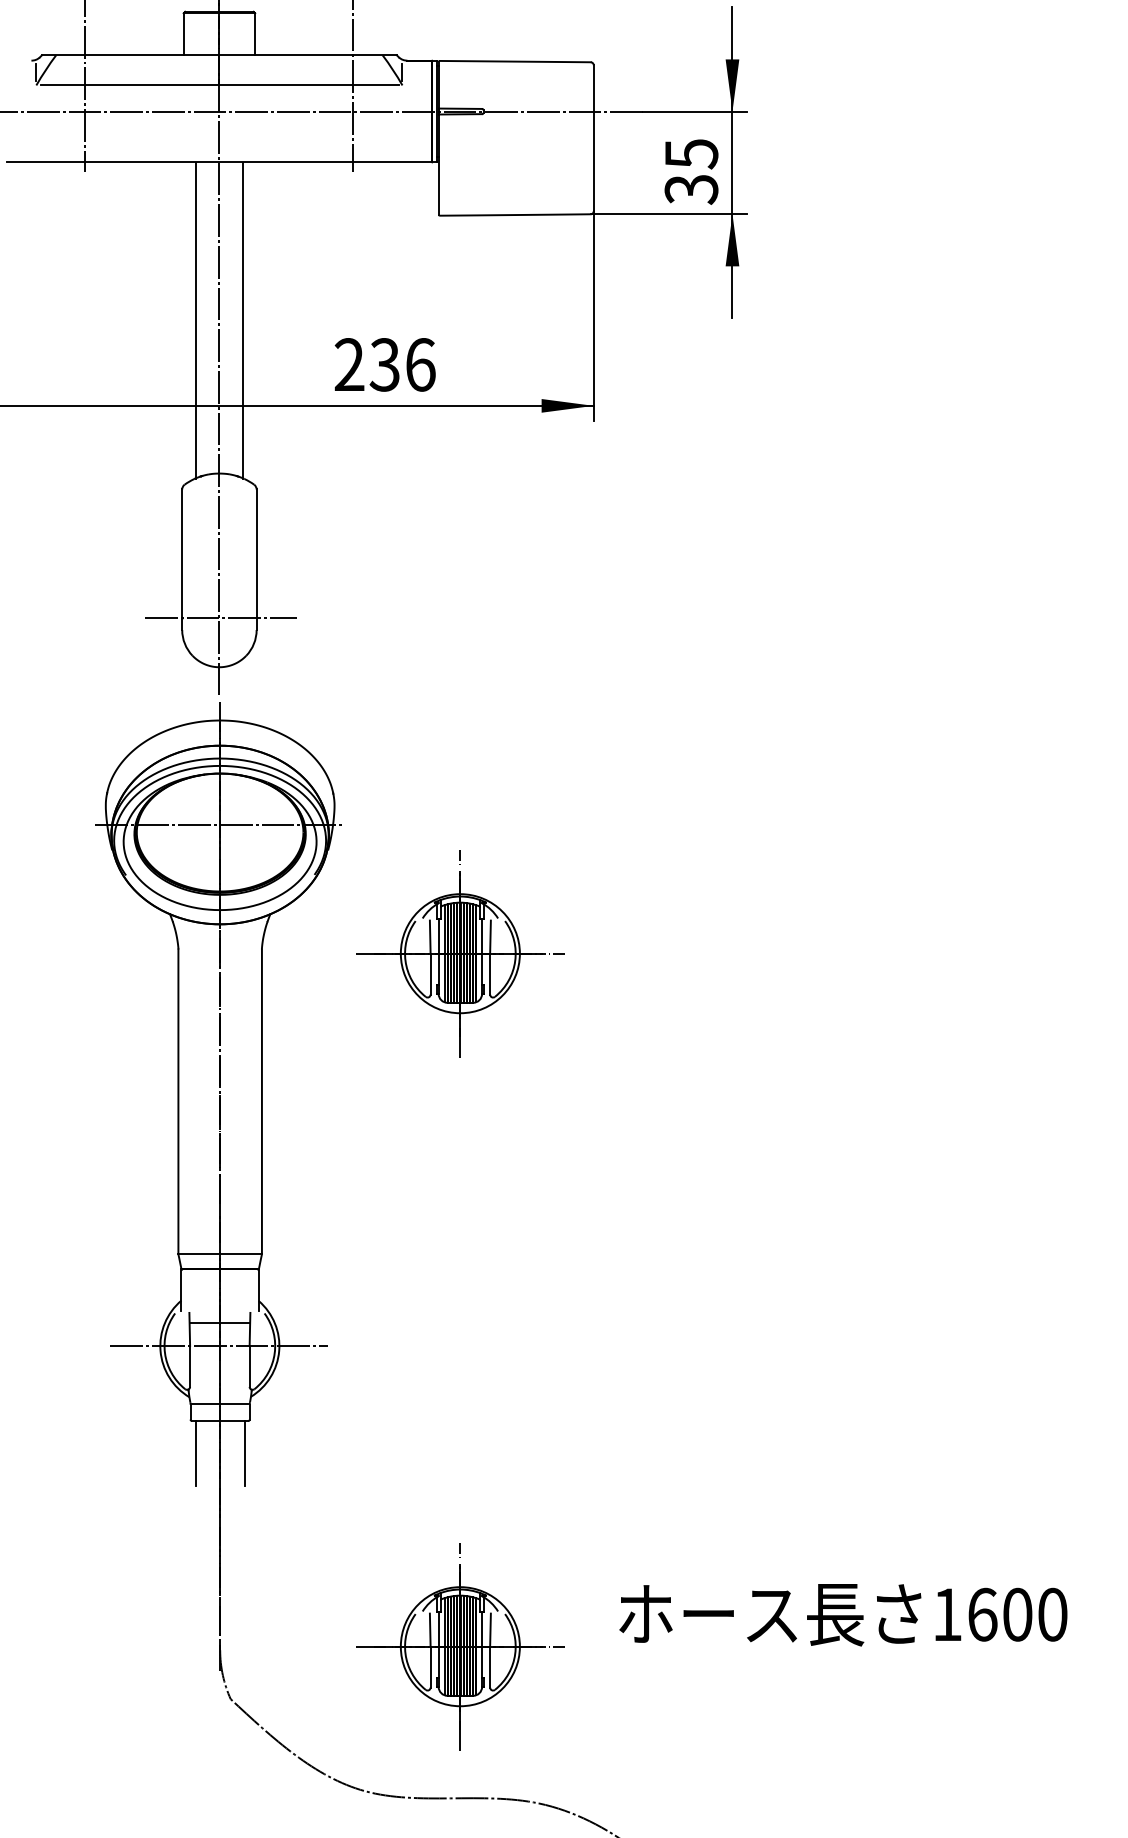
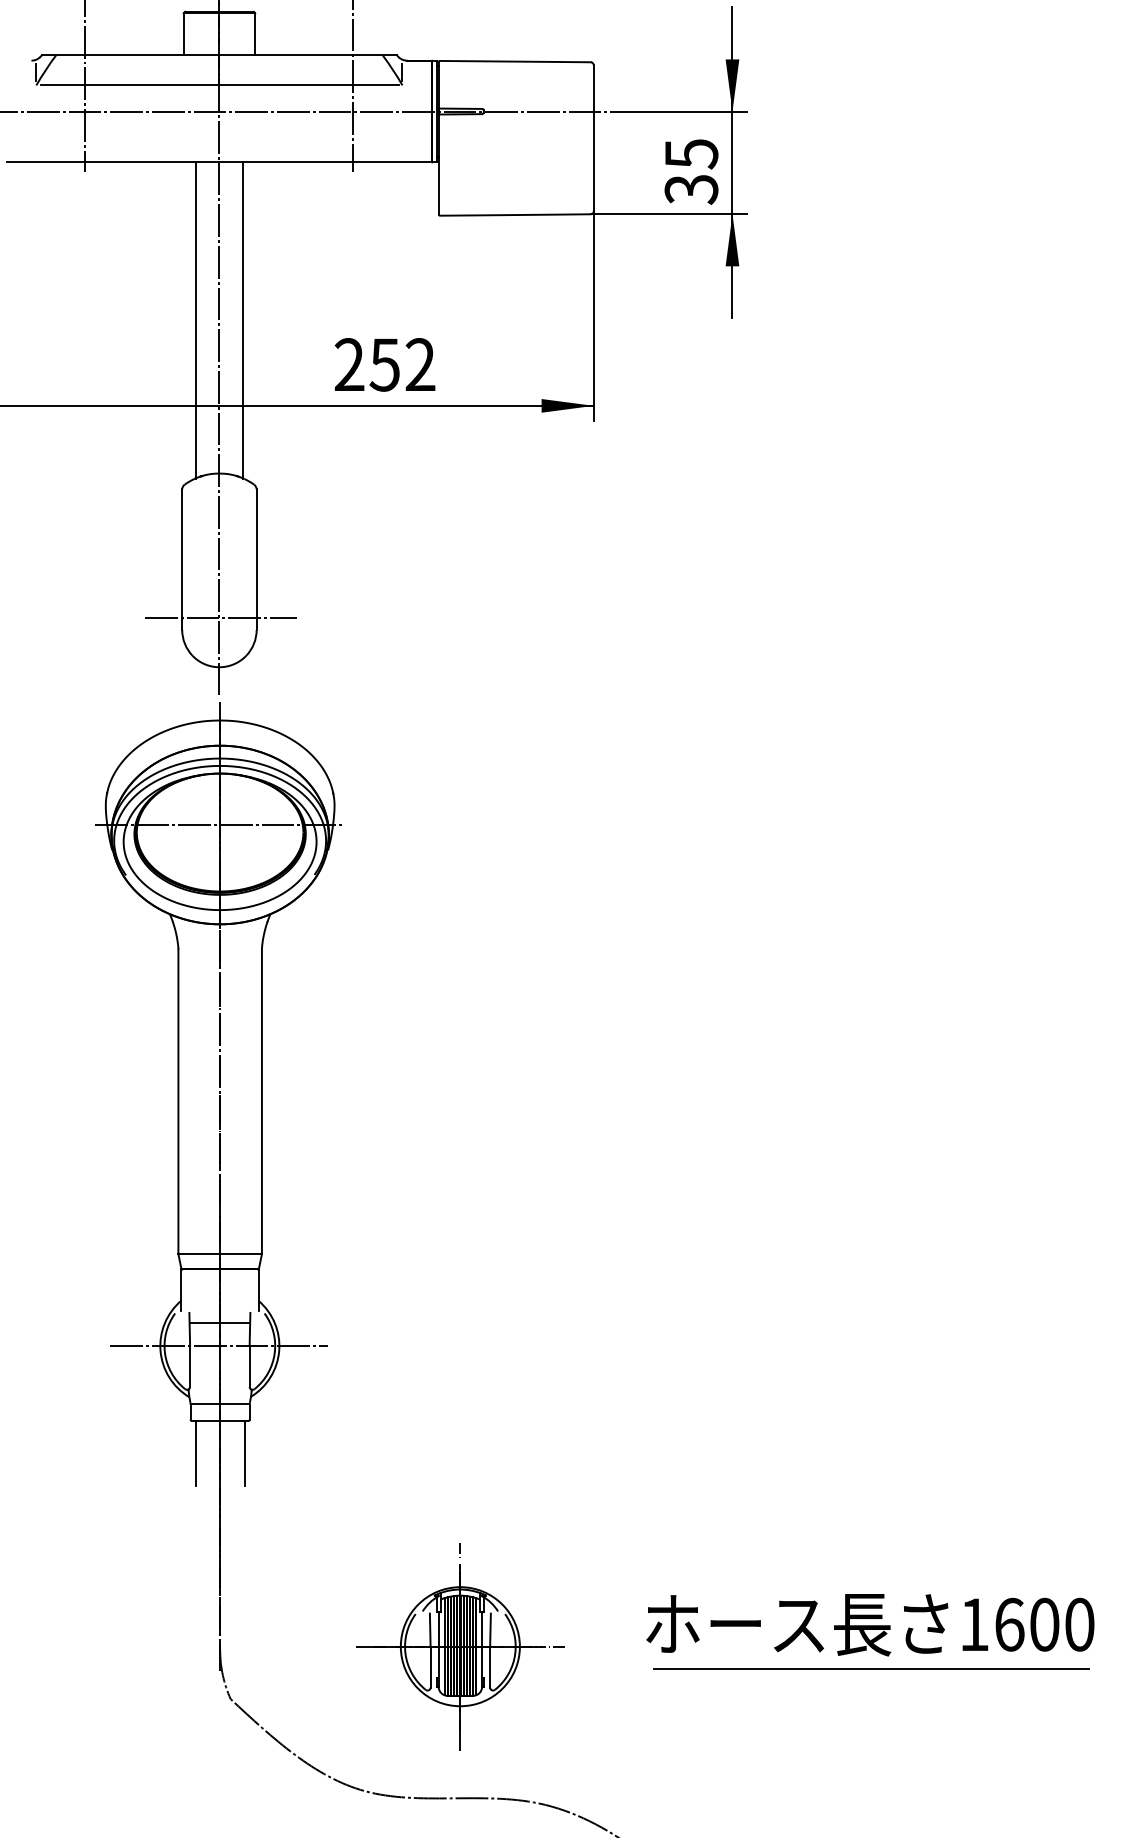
text at (402, 364): 236 -> 252
part at (460, 953): present -> none
text at (843, 1615) position: (843, 1615) -> (870, 1625)
line at (870, 1669): none -> present
